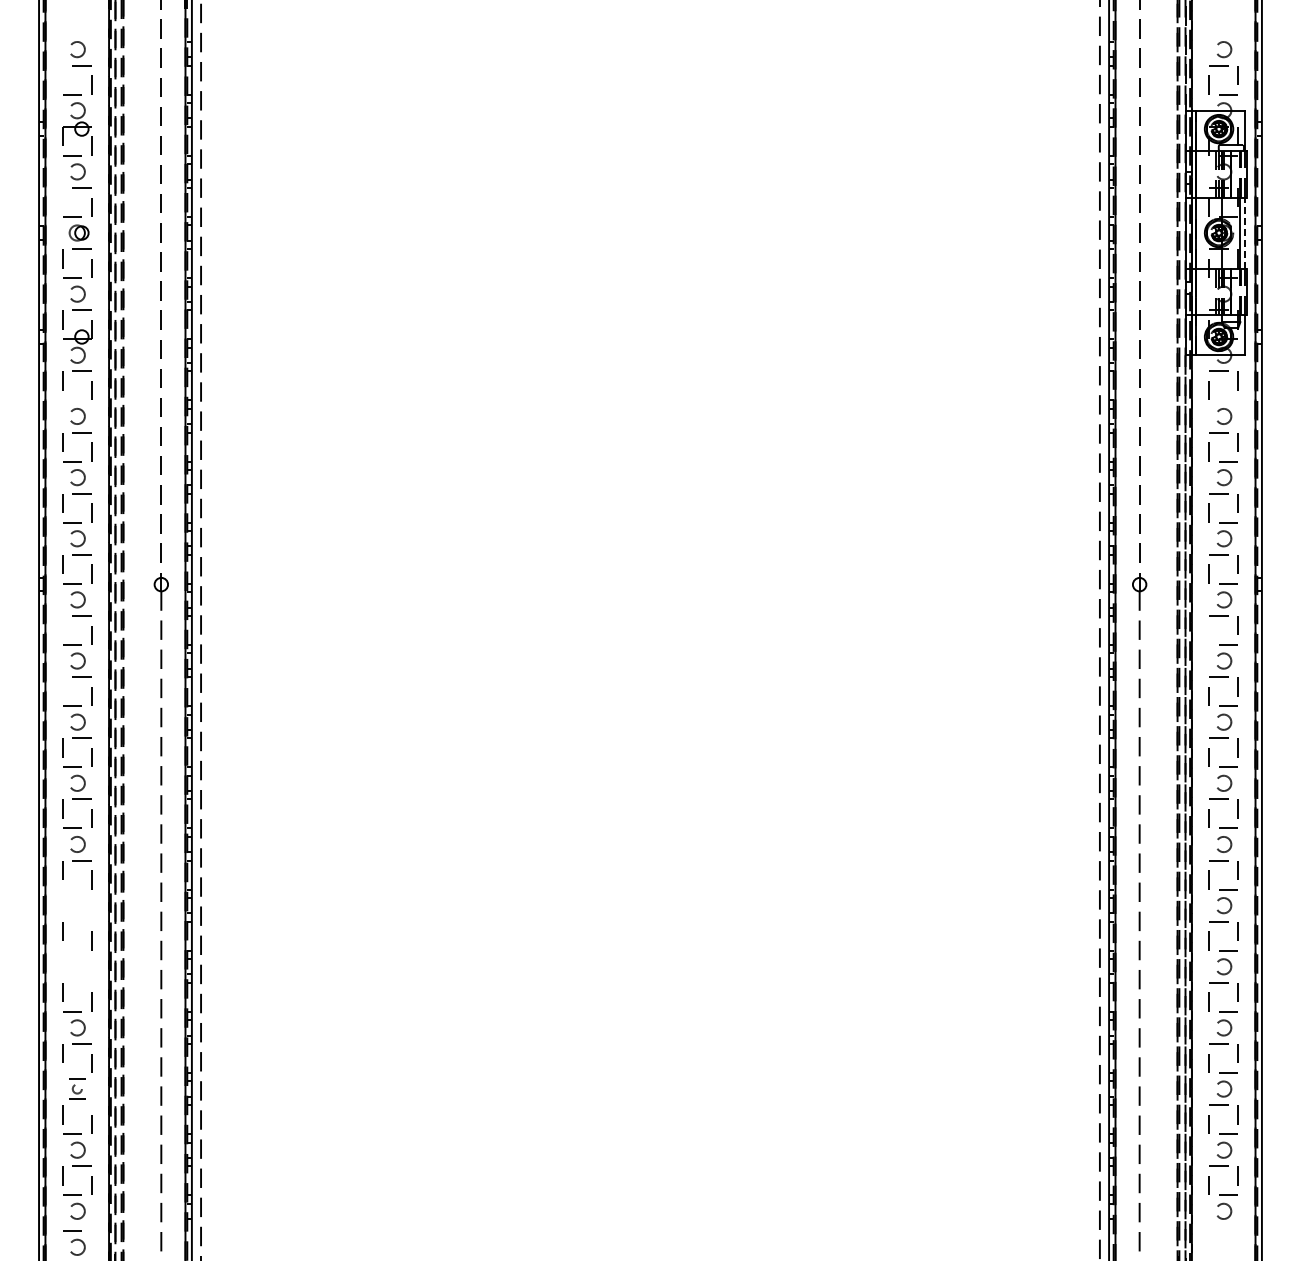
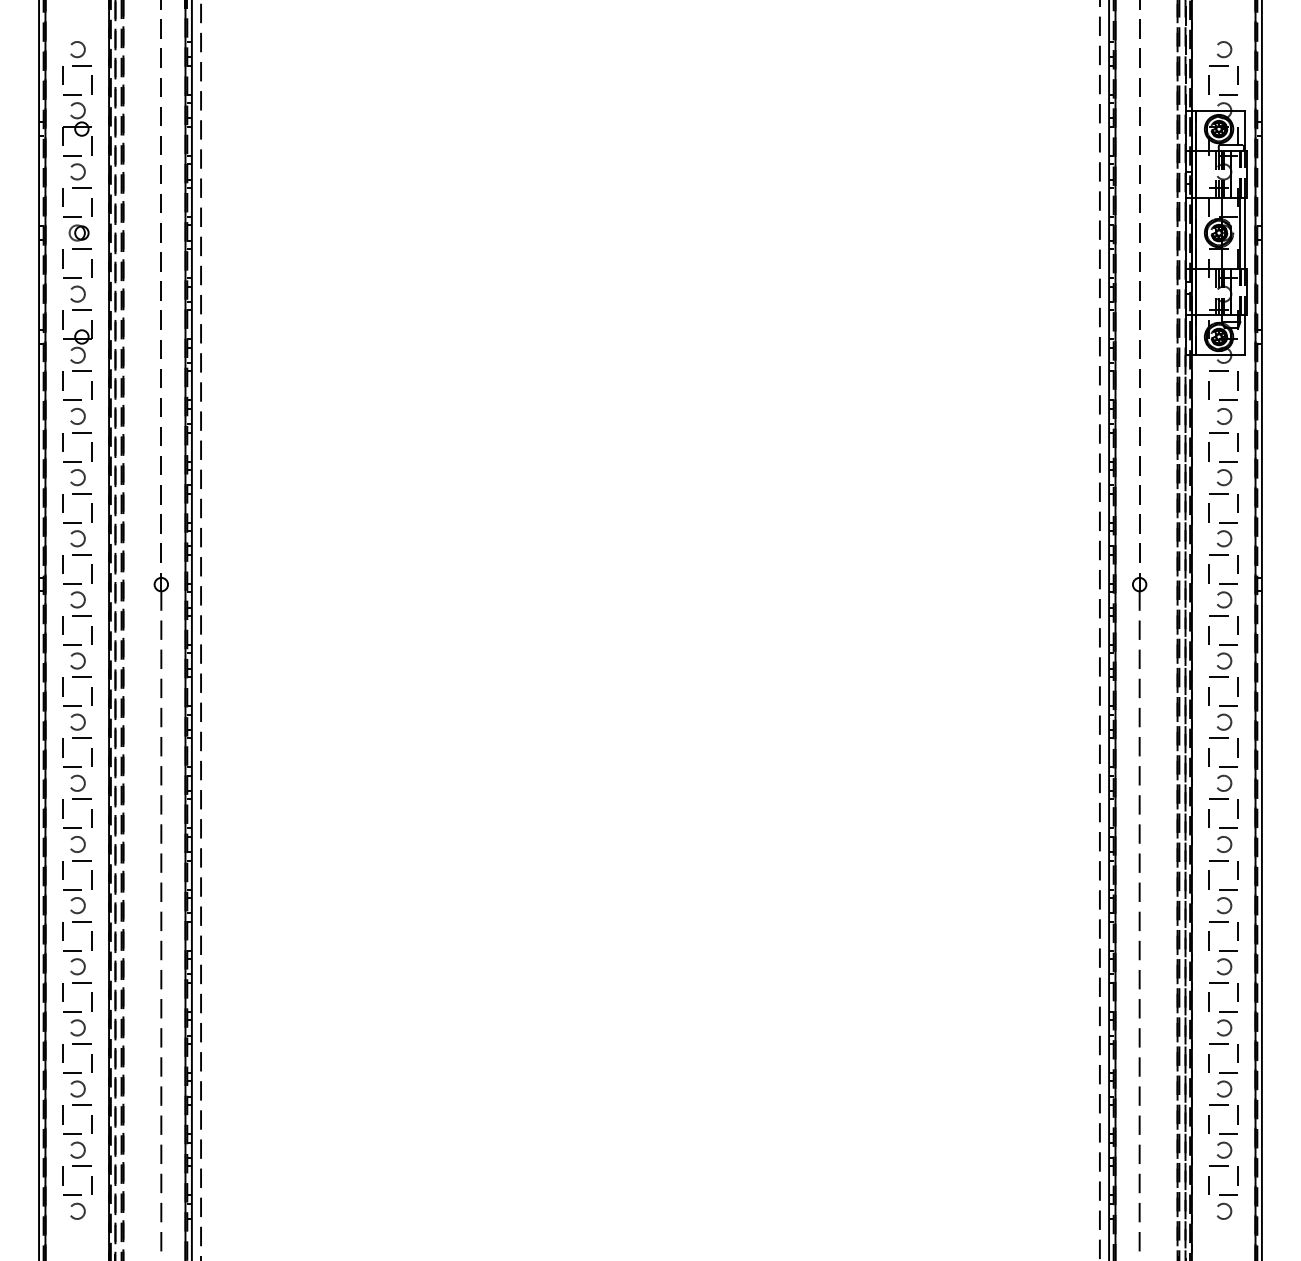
line at (62, 75): none -> present
line at (62, 197): none -> present
line at (1244, 232): dashed -> solid
line at (72, 399): none -> present
line at (1228, 399): none -> present
line at (62, 625): none -> present
line at (1208, 635): none -> present
line at (62, 686): none -> present
part at (83, 904): none -> present
part at (77, 966): none -> present
part at (77, 1088) size: 17x22 px -> 29x34 px
part at (74, 1242): present -> none
